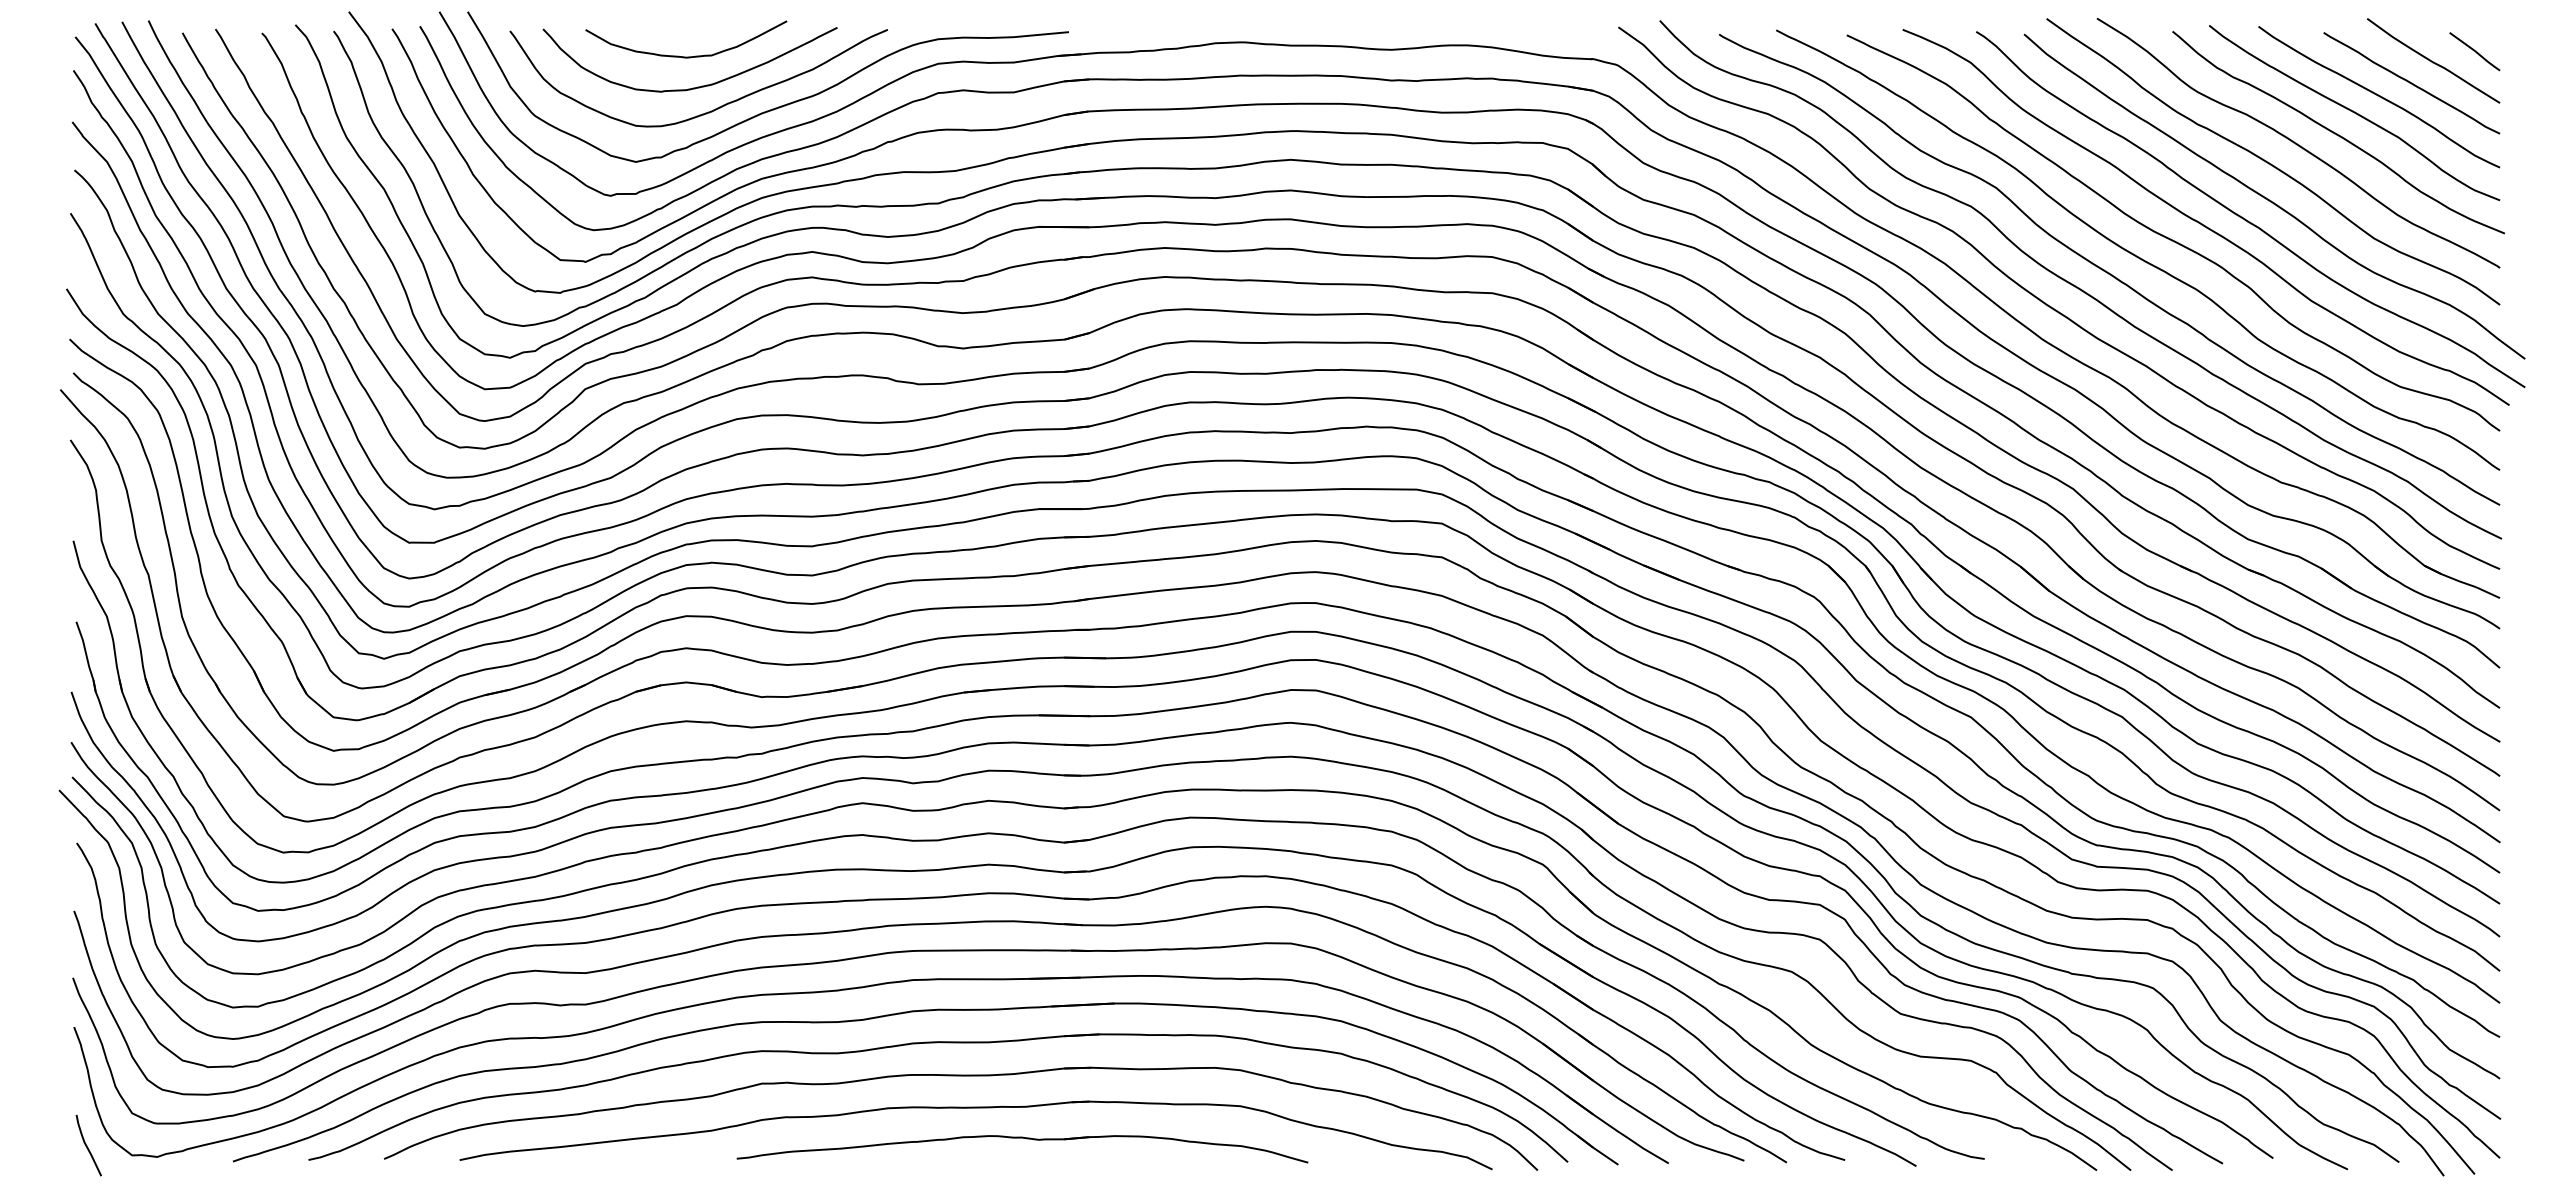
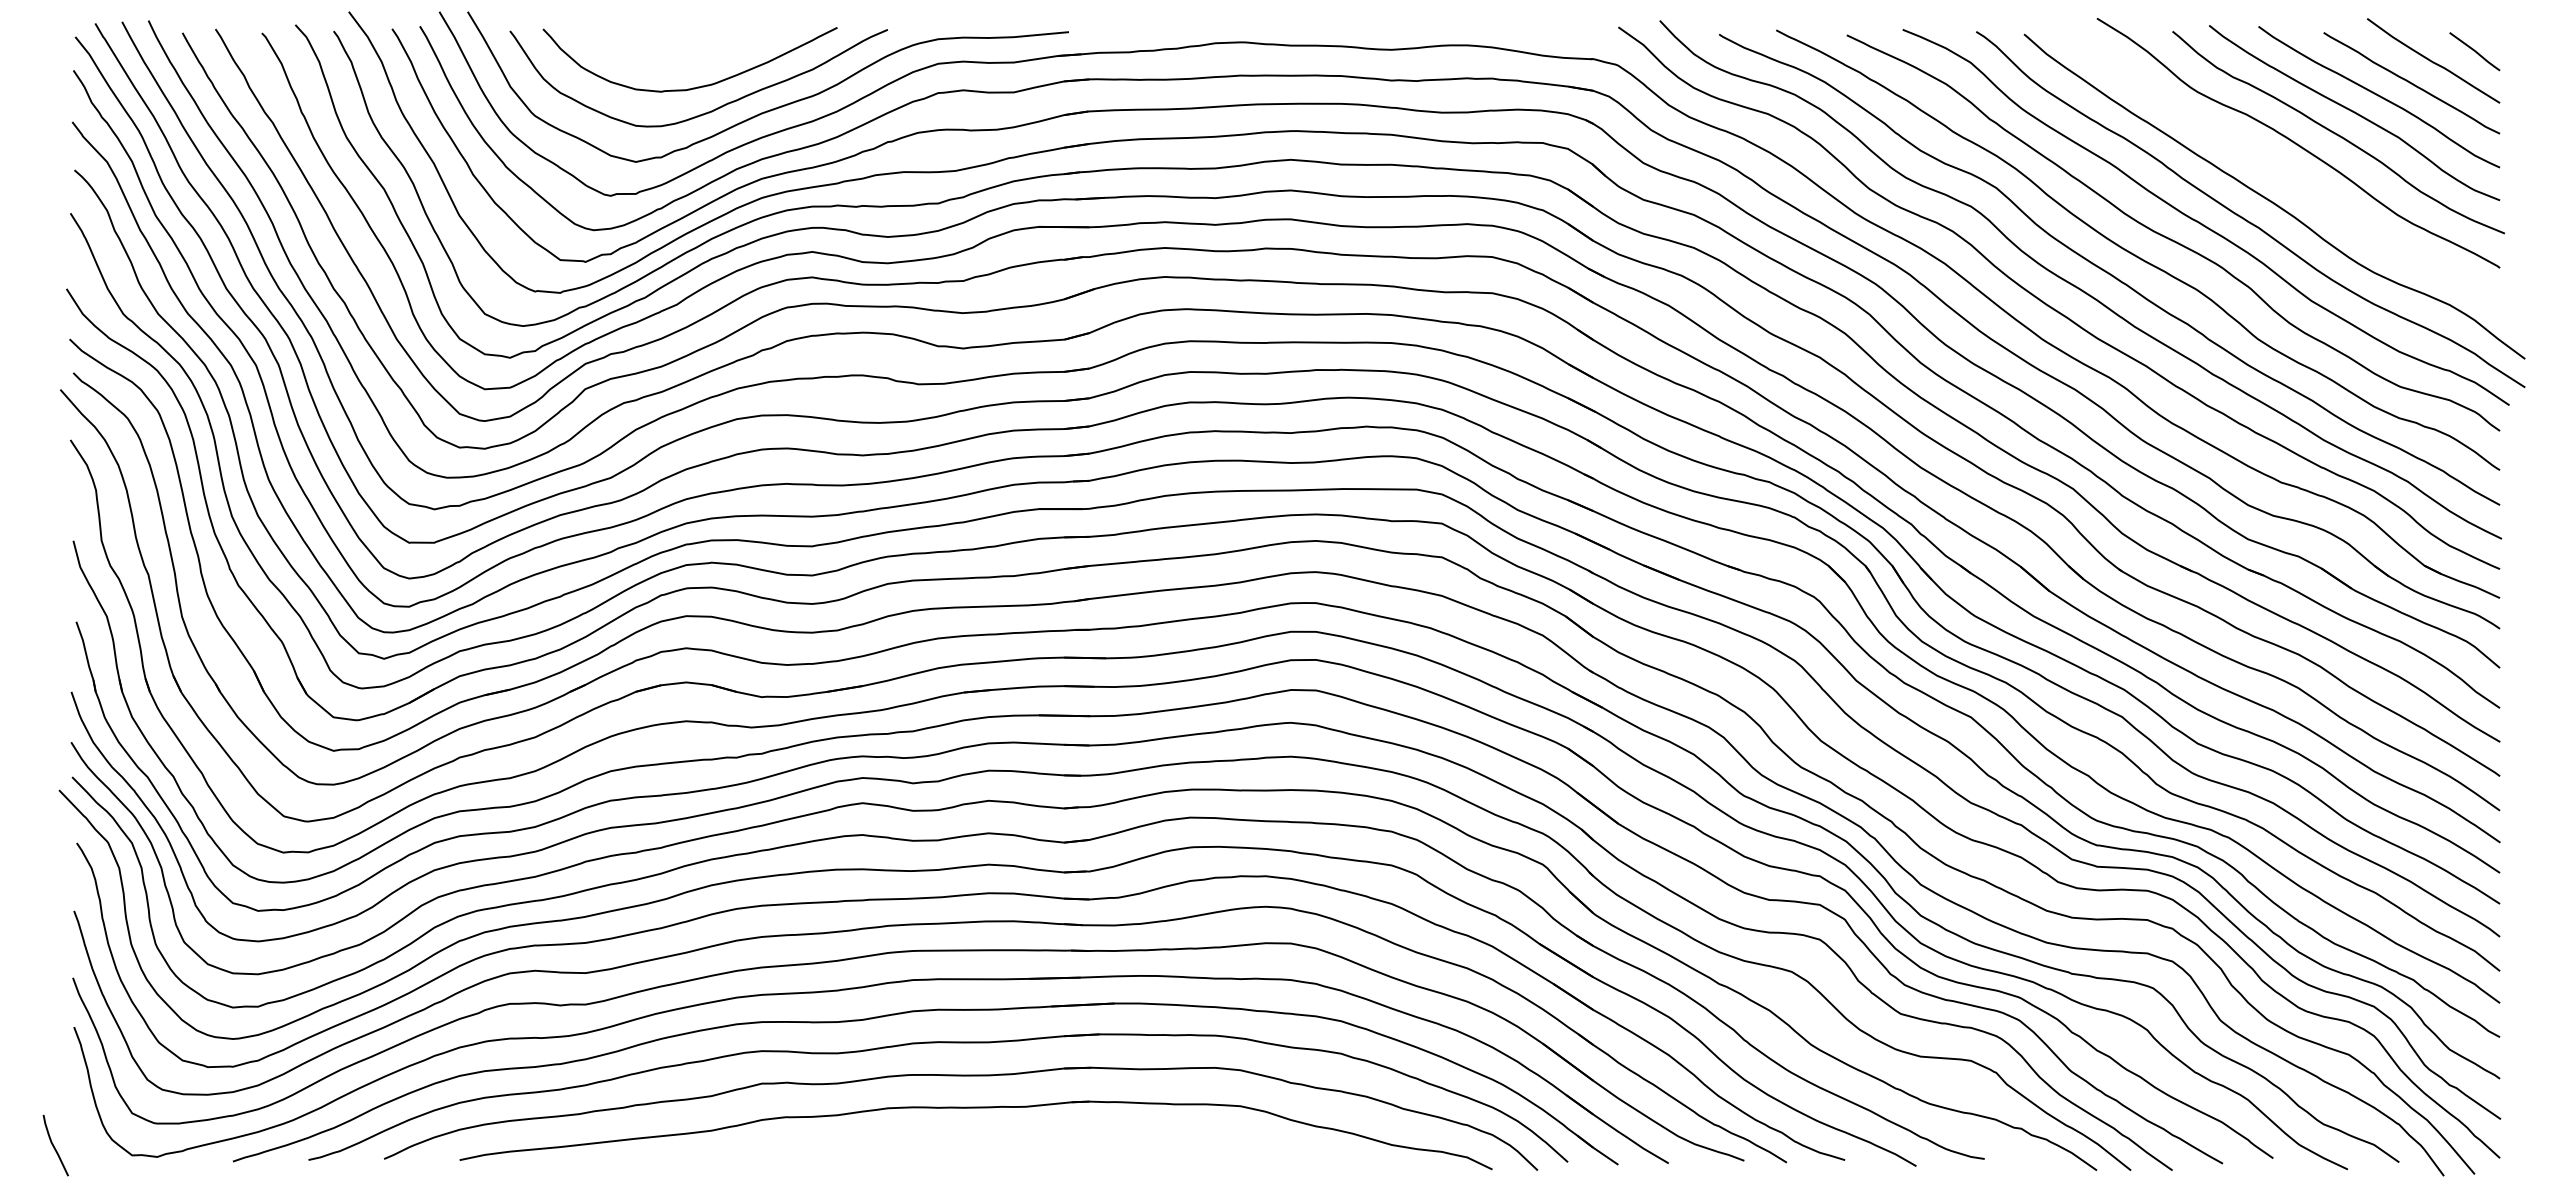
curve at (686, 56): present -> none
curve at (2271, 163): present -> none
part at (1026, 1139): present -> none
curve at (87, 1145) position: (87, 1145) -> (54, 1145)
